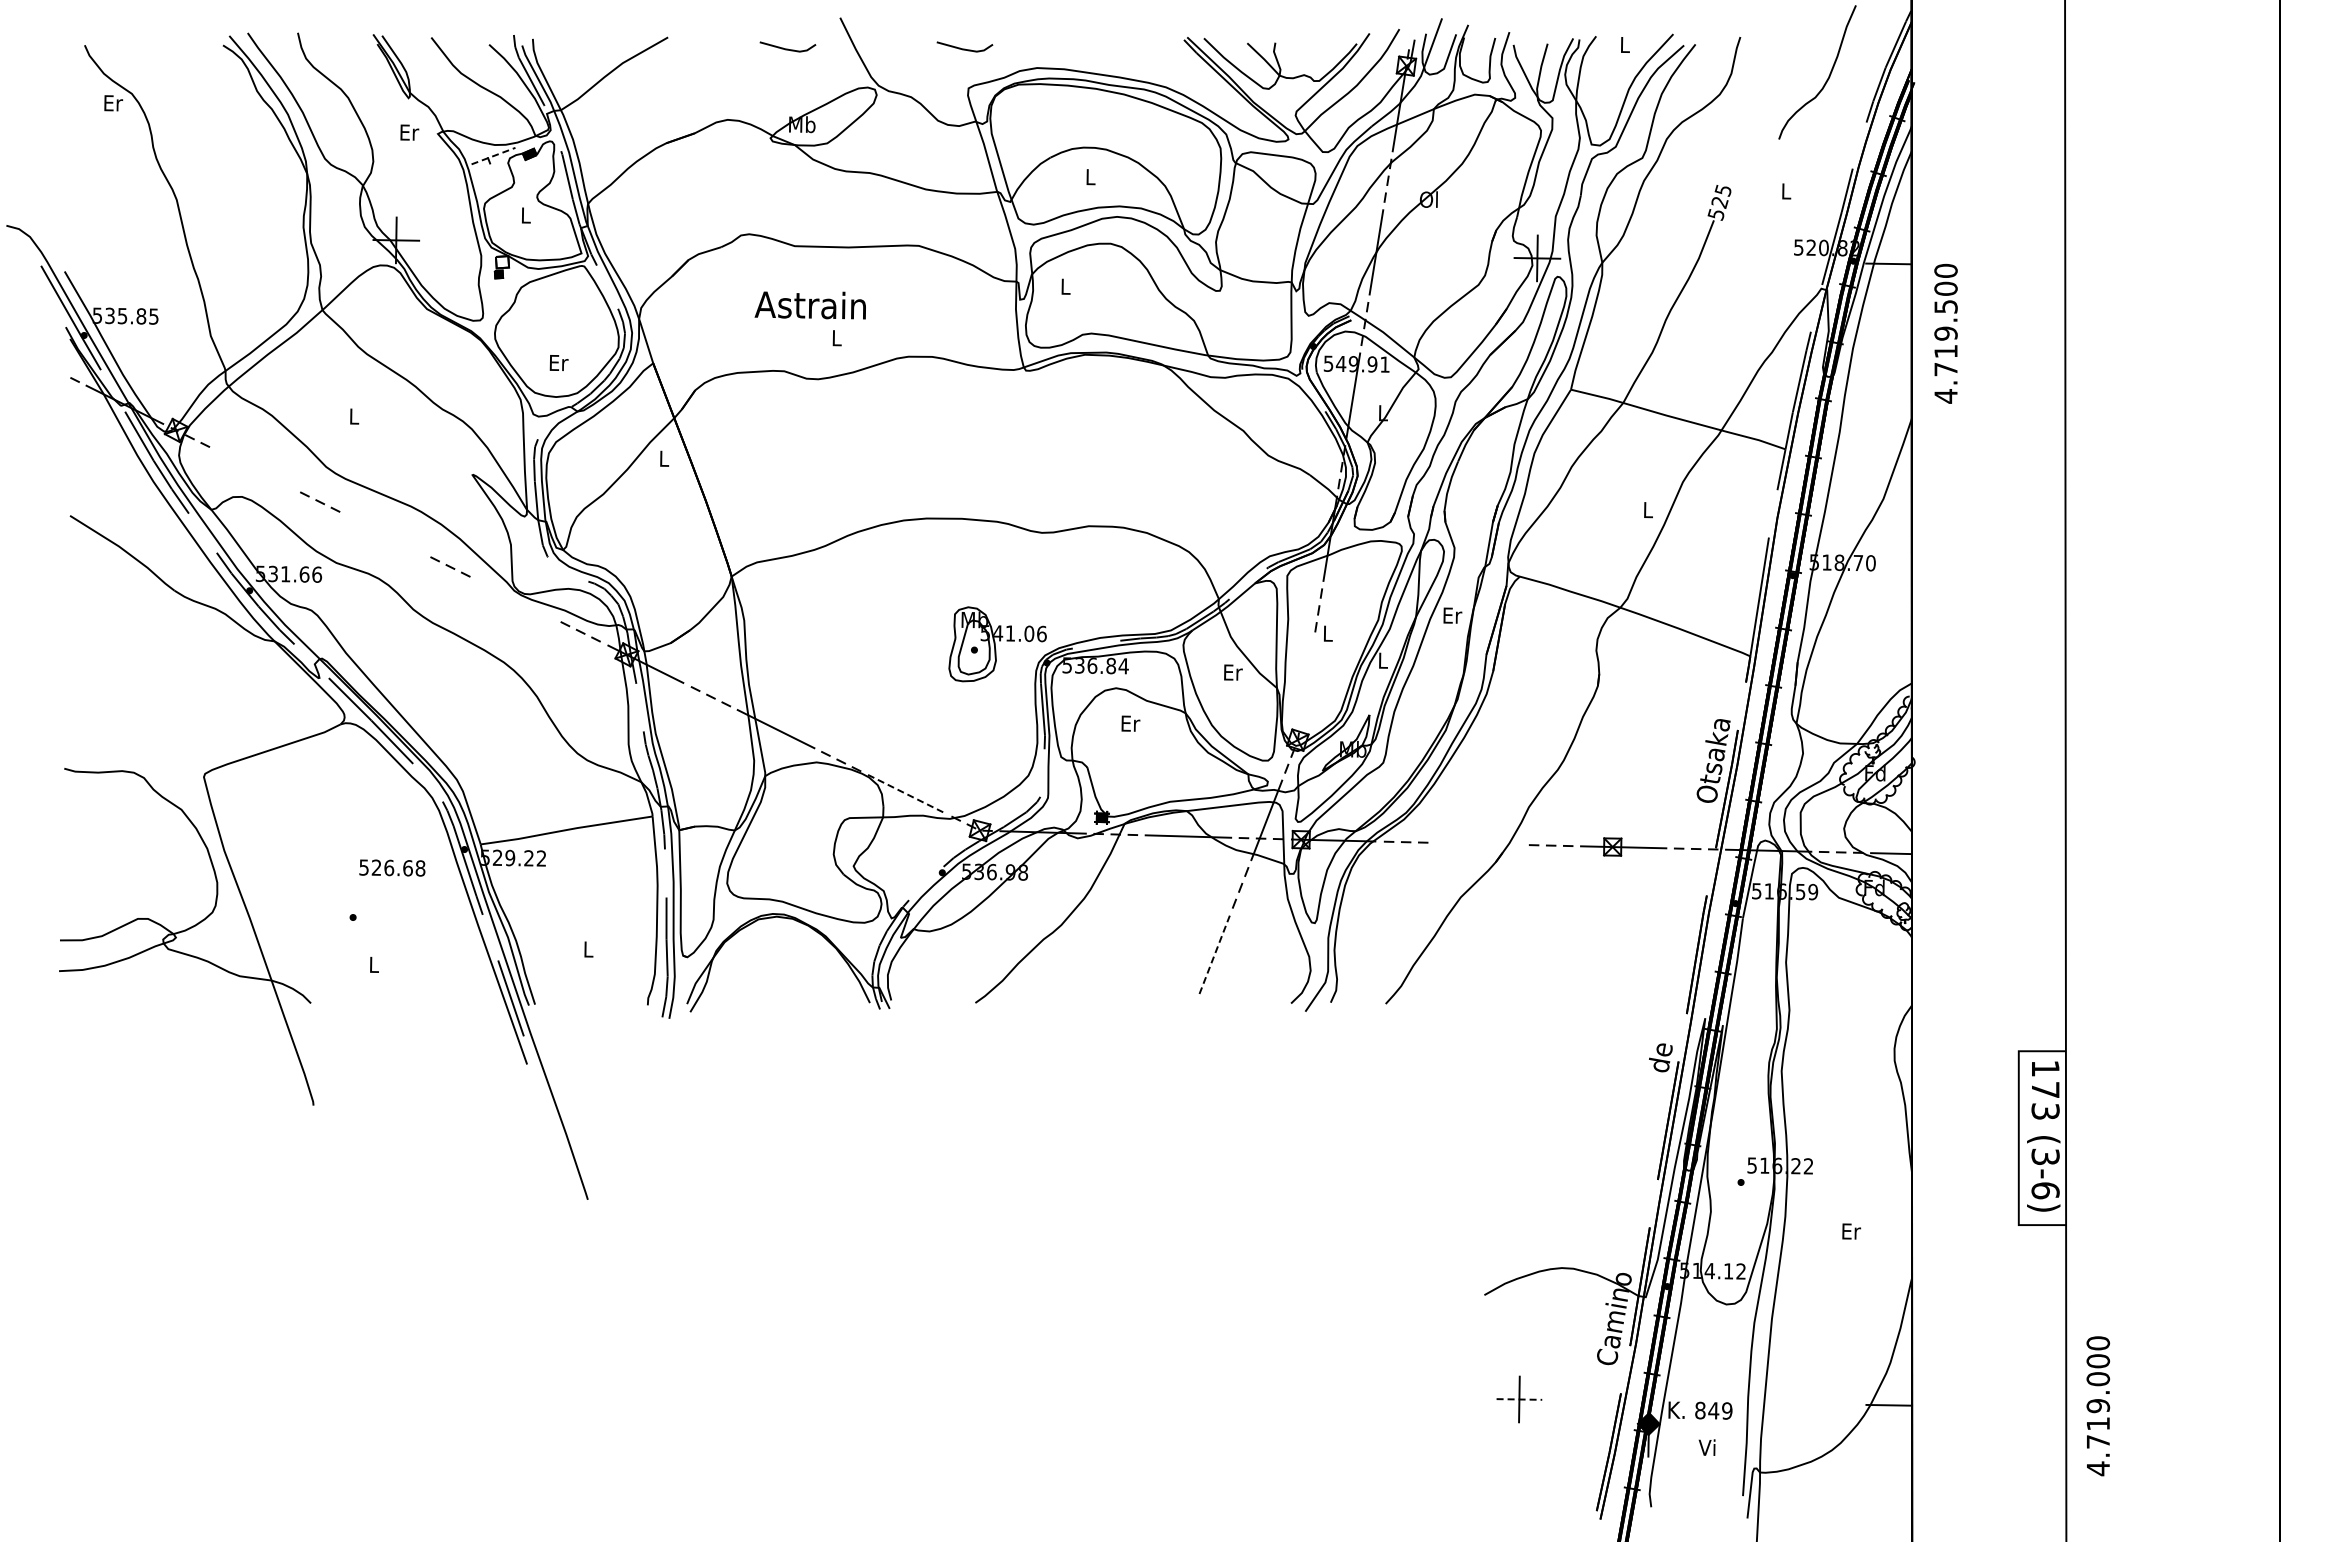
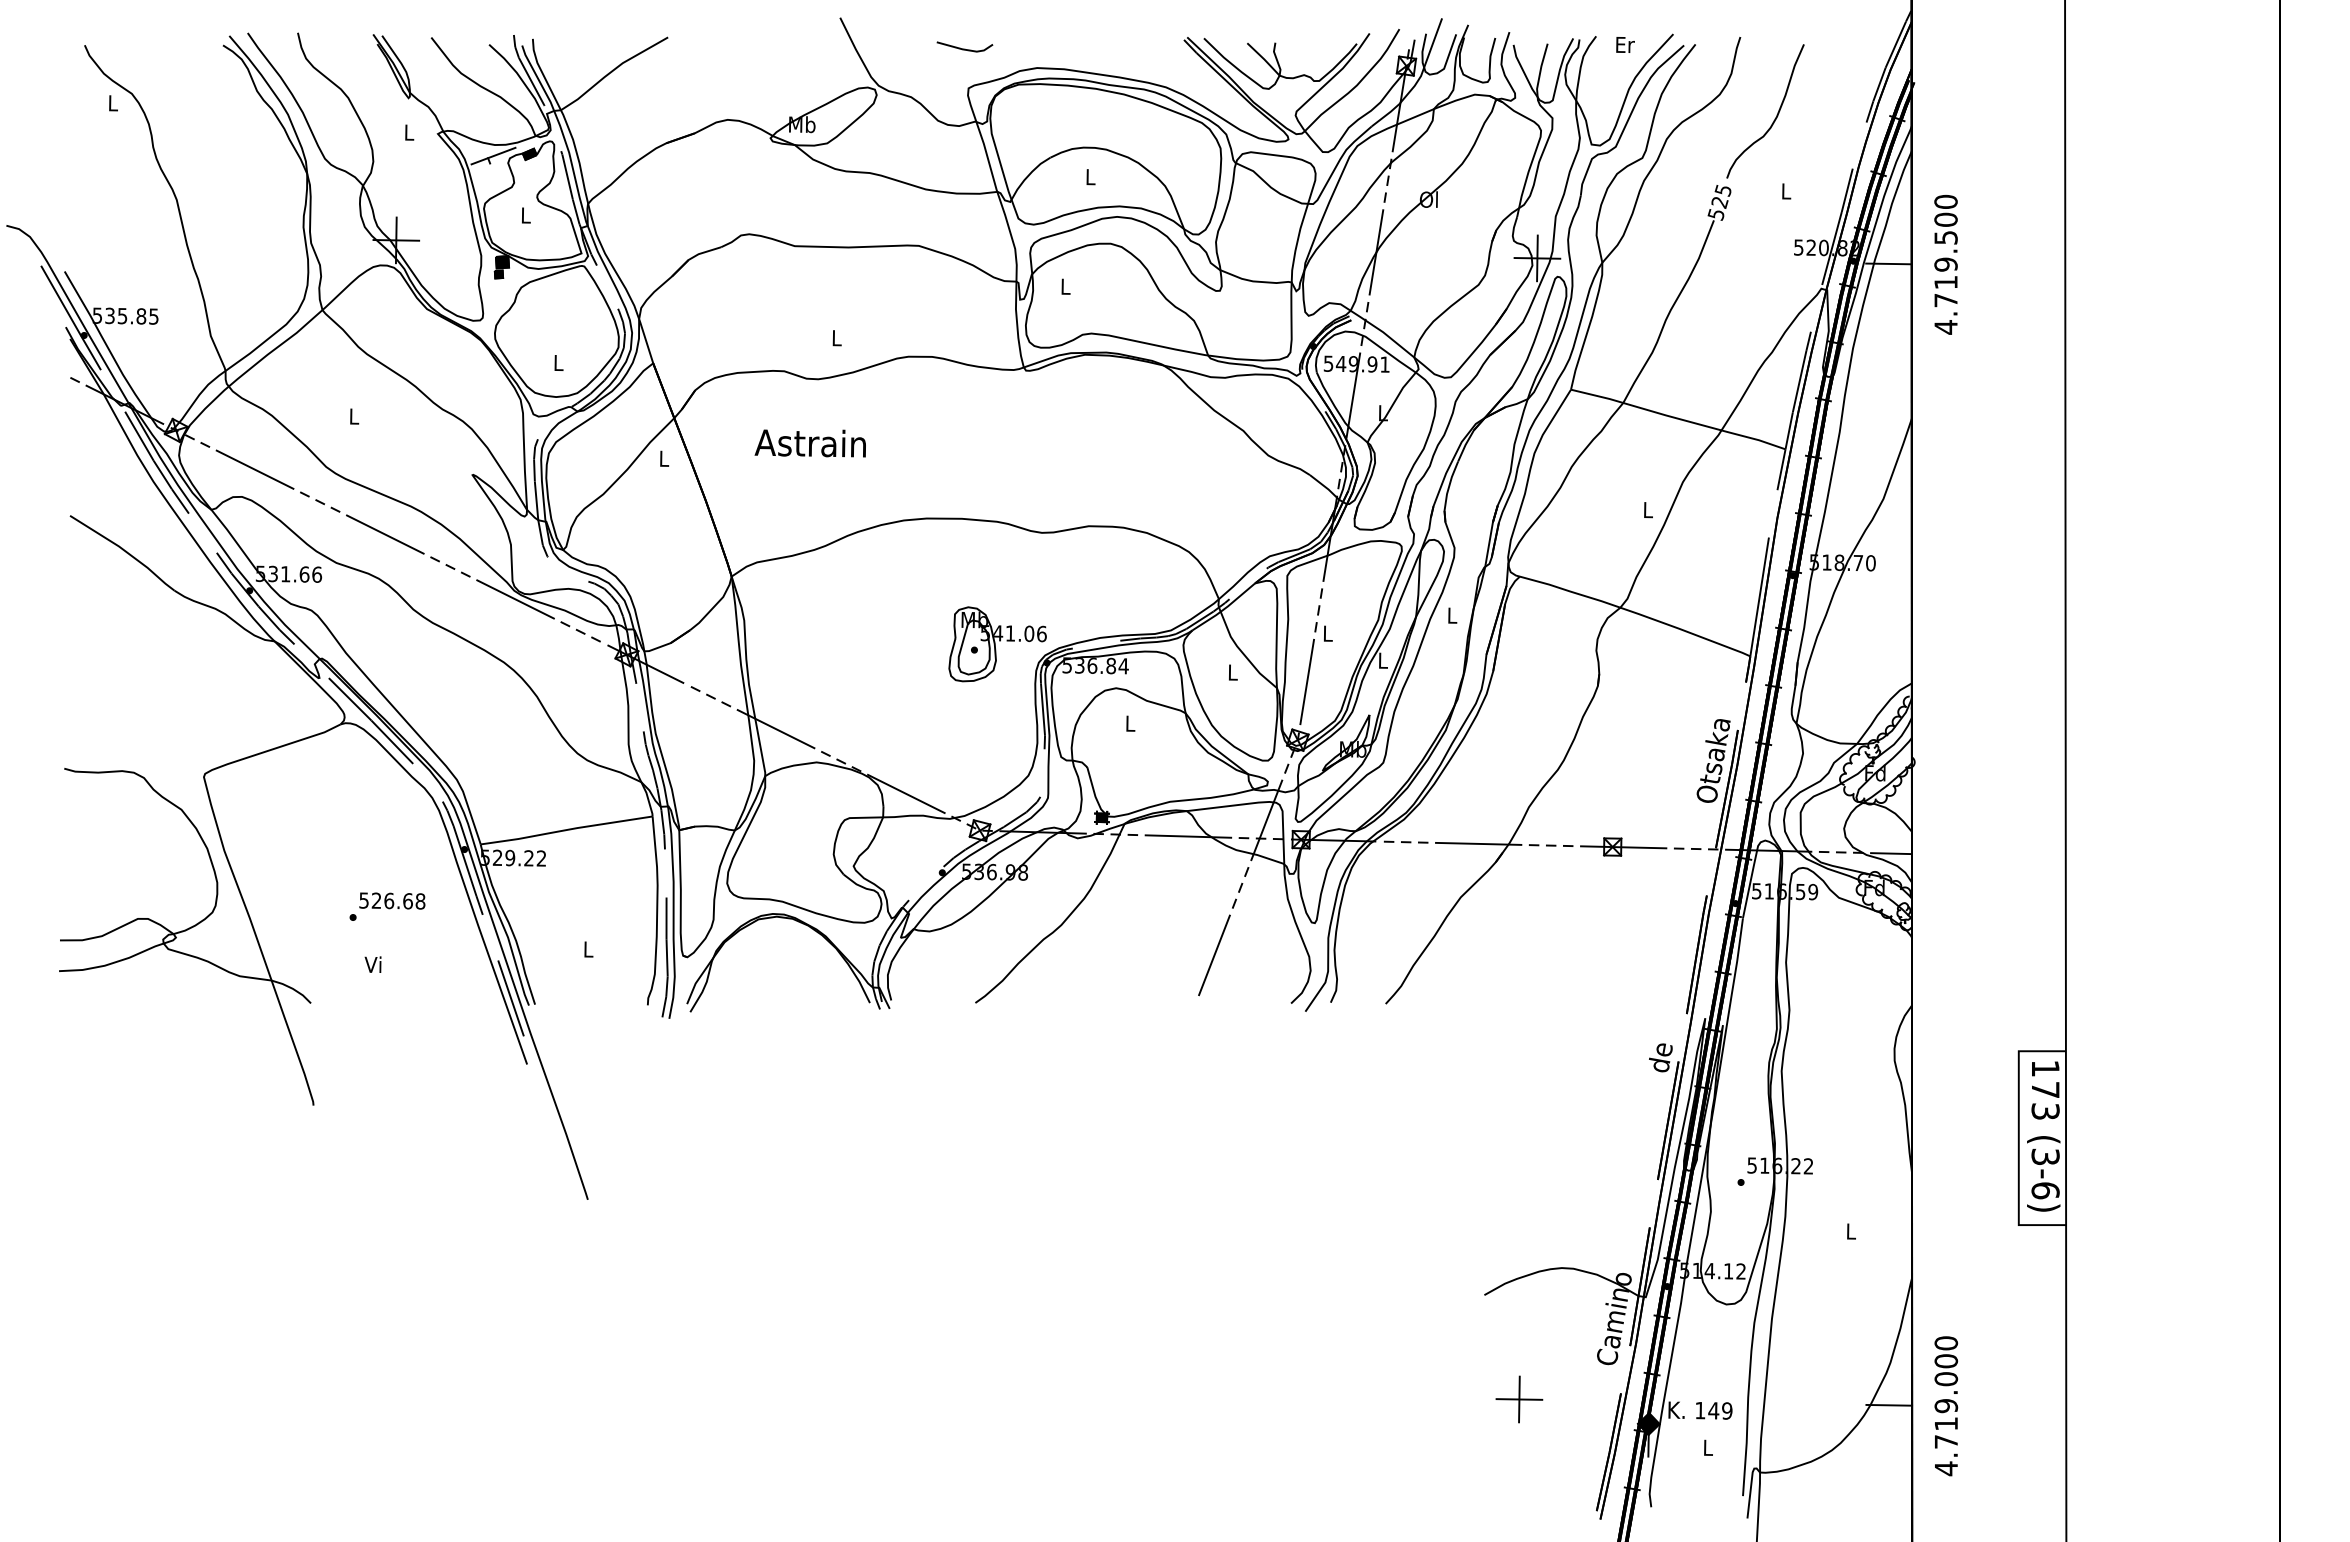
text at (1625, 44): L -> Er
line at (787, 48): present -> none
curve at (1828, 75) position: (1828, 75) -> (1776, 114)
text at (113, 103): Er -> L
text at (409, 132): Er -> L
line at (494, 155): dashed -> solid
fill at (502, 262): none -> present
text at (809, 305) position: (809, 305) -> (809, 443)
text at (1945, 333) position: (1945, 333) -> (1945, 264)
text at (558, 362): Er -> L
line at (254, 469): none -> present
line at (385, 534): none -> present
line at (515, 599): none -> present
text at (1452, 615): Er -> L
text at (1233, 672): Er -> L
line at (1307, 681): none -> present
text at (1130, 723): Er -> L
line at (906, 793): dashed -> solid
line at (1478, 843): none -> present
text at (392, 867) position: (392, 867) -> (392, 900)
line at (1214, 955): dashed -> solid
text at (372, 964): L -> Vi
text at (1851, 1231): Er -> L
line at (1519, 1399): dashed -> solid
text at (2098, 1406) position: (2098, 1406) -> (1946, 1406)
text at (1700, 1410): 849 -> 149
text at (1706, 1447): Vi -> L
